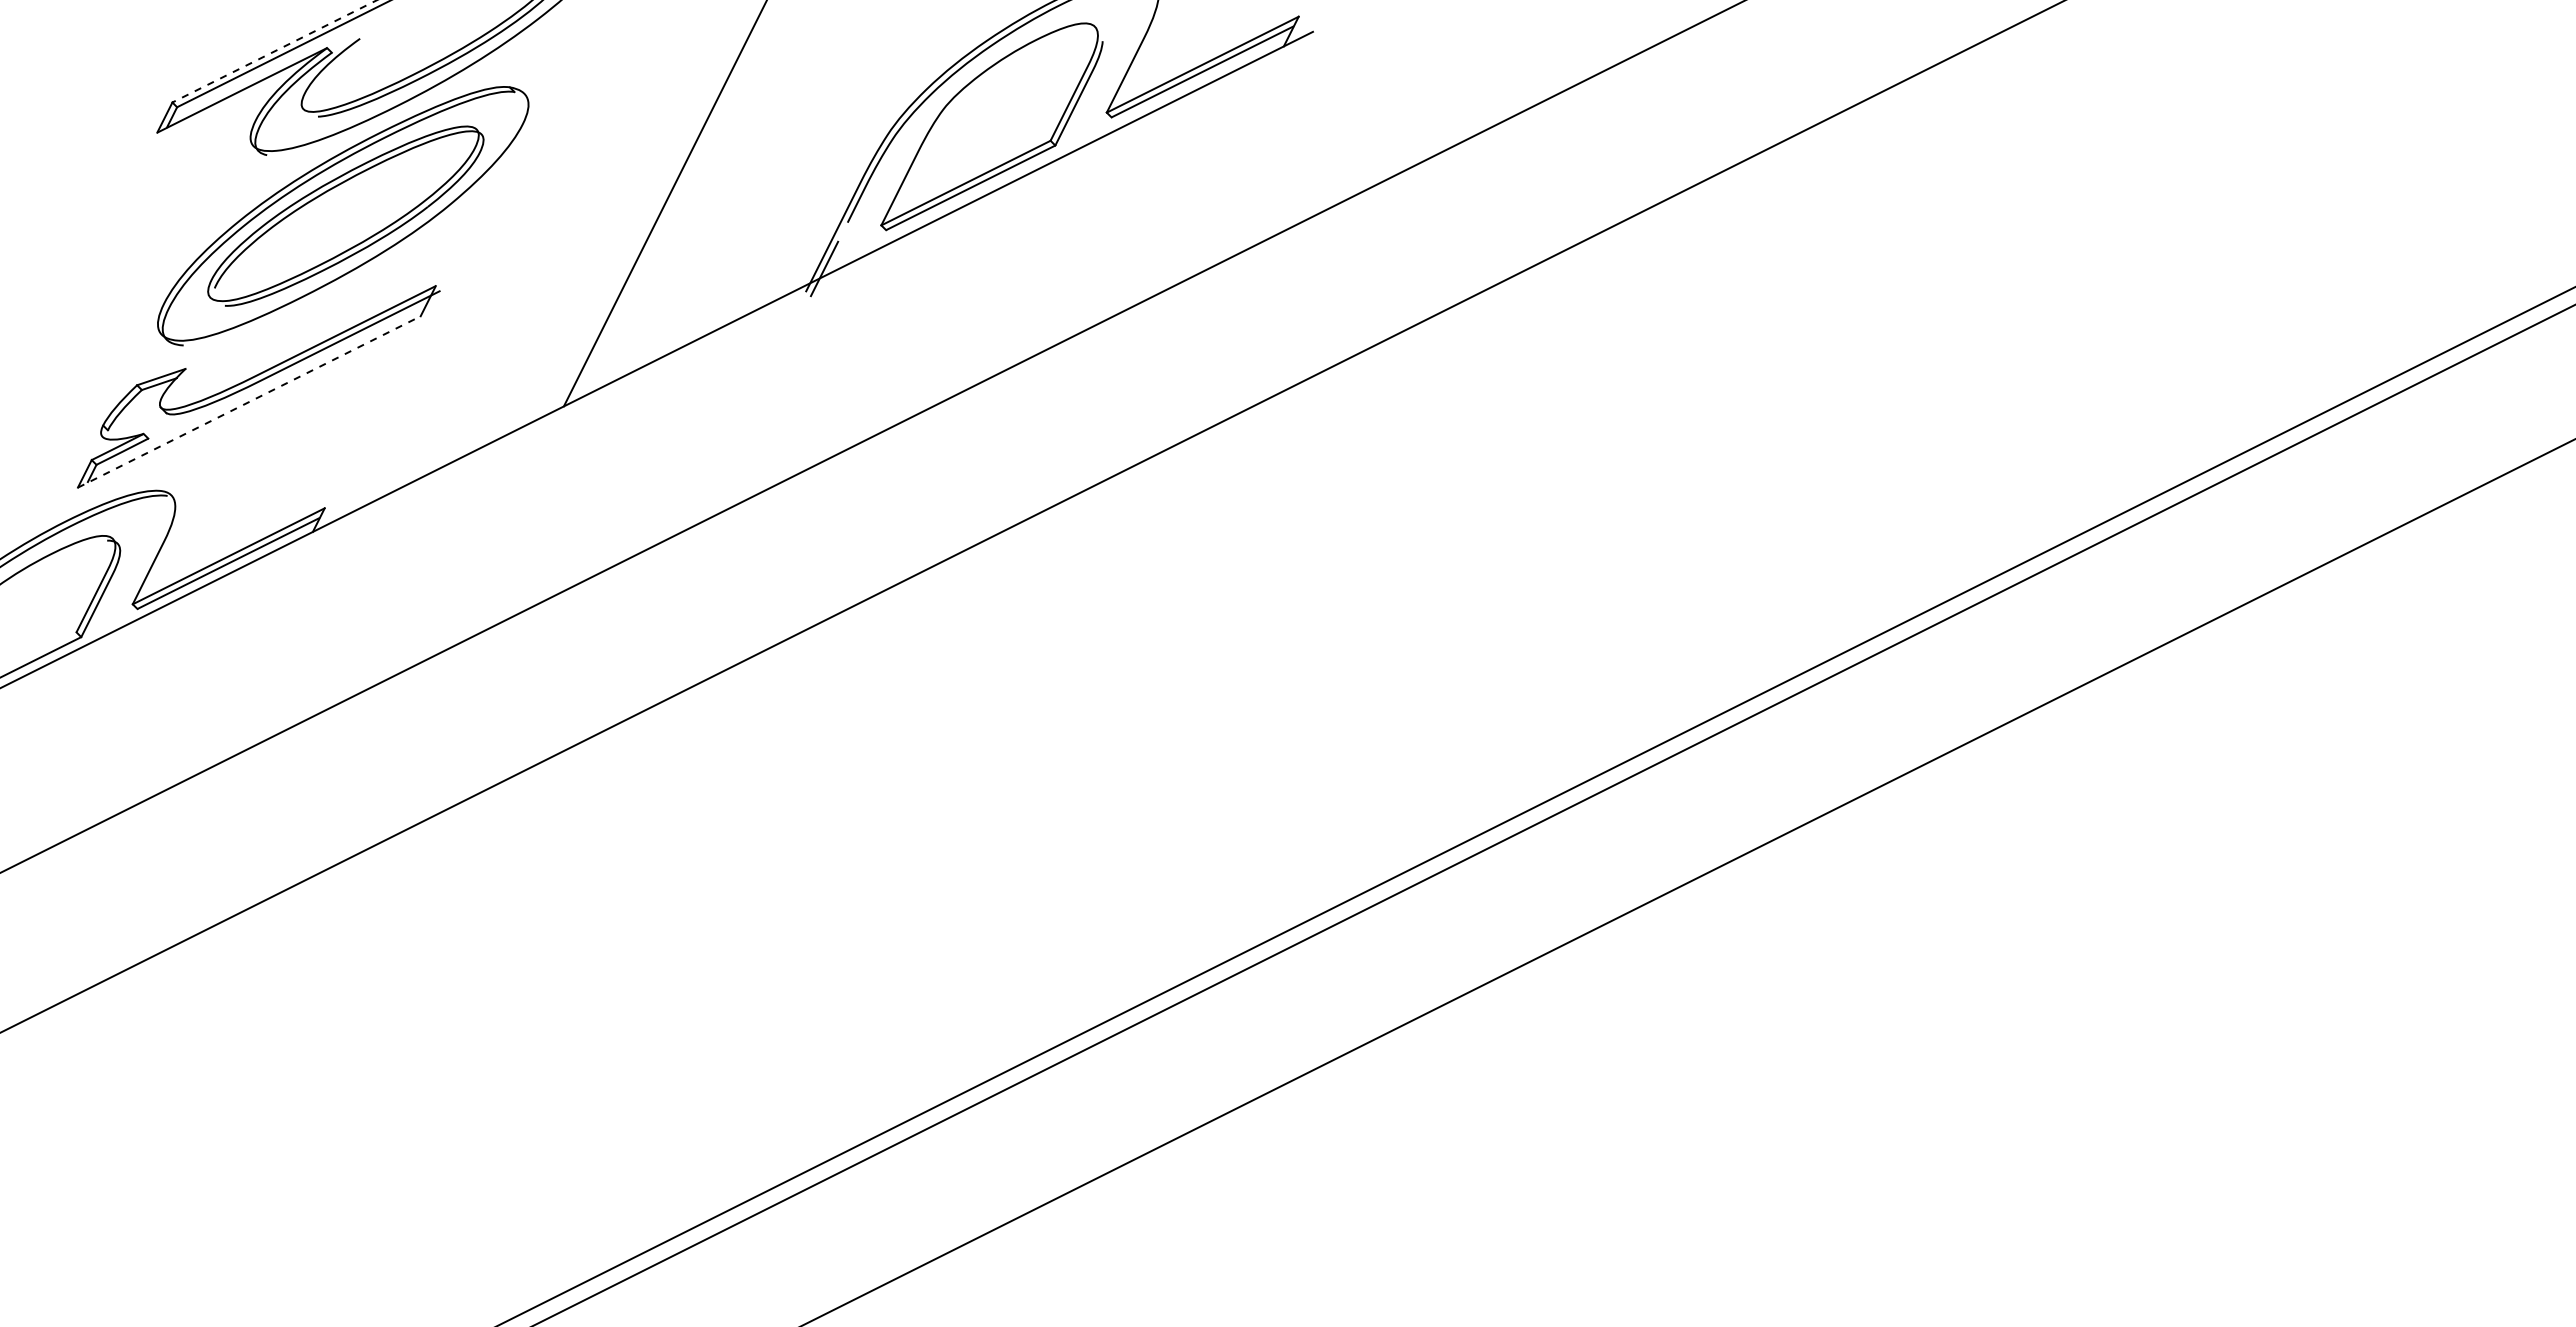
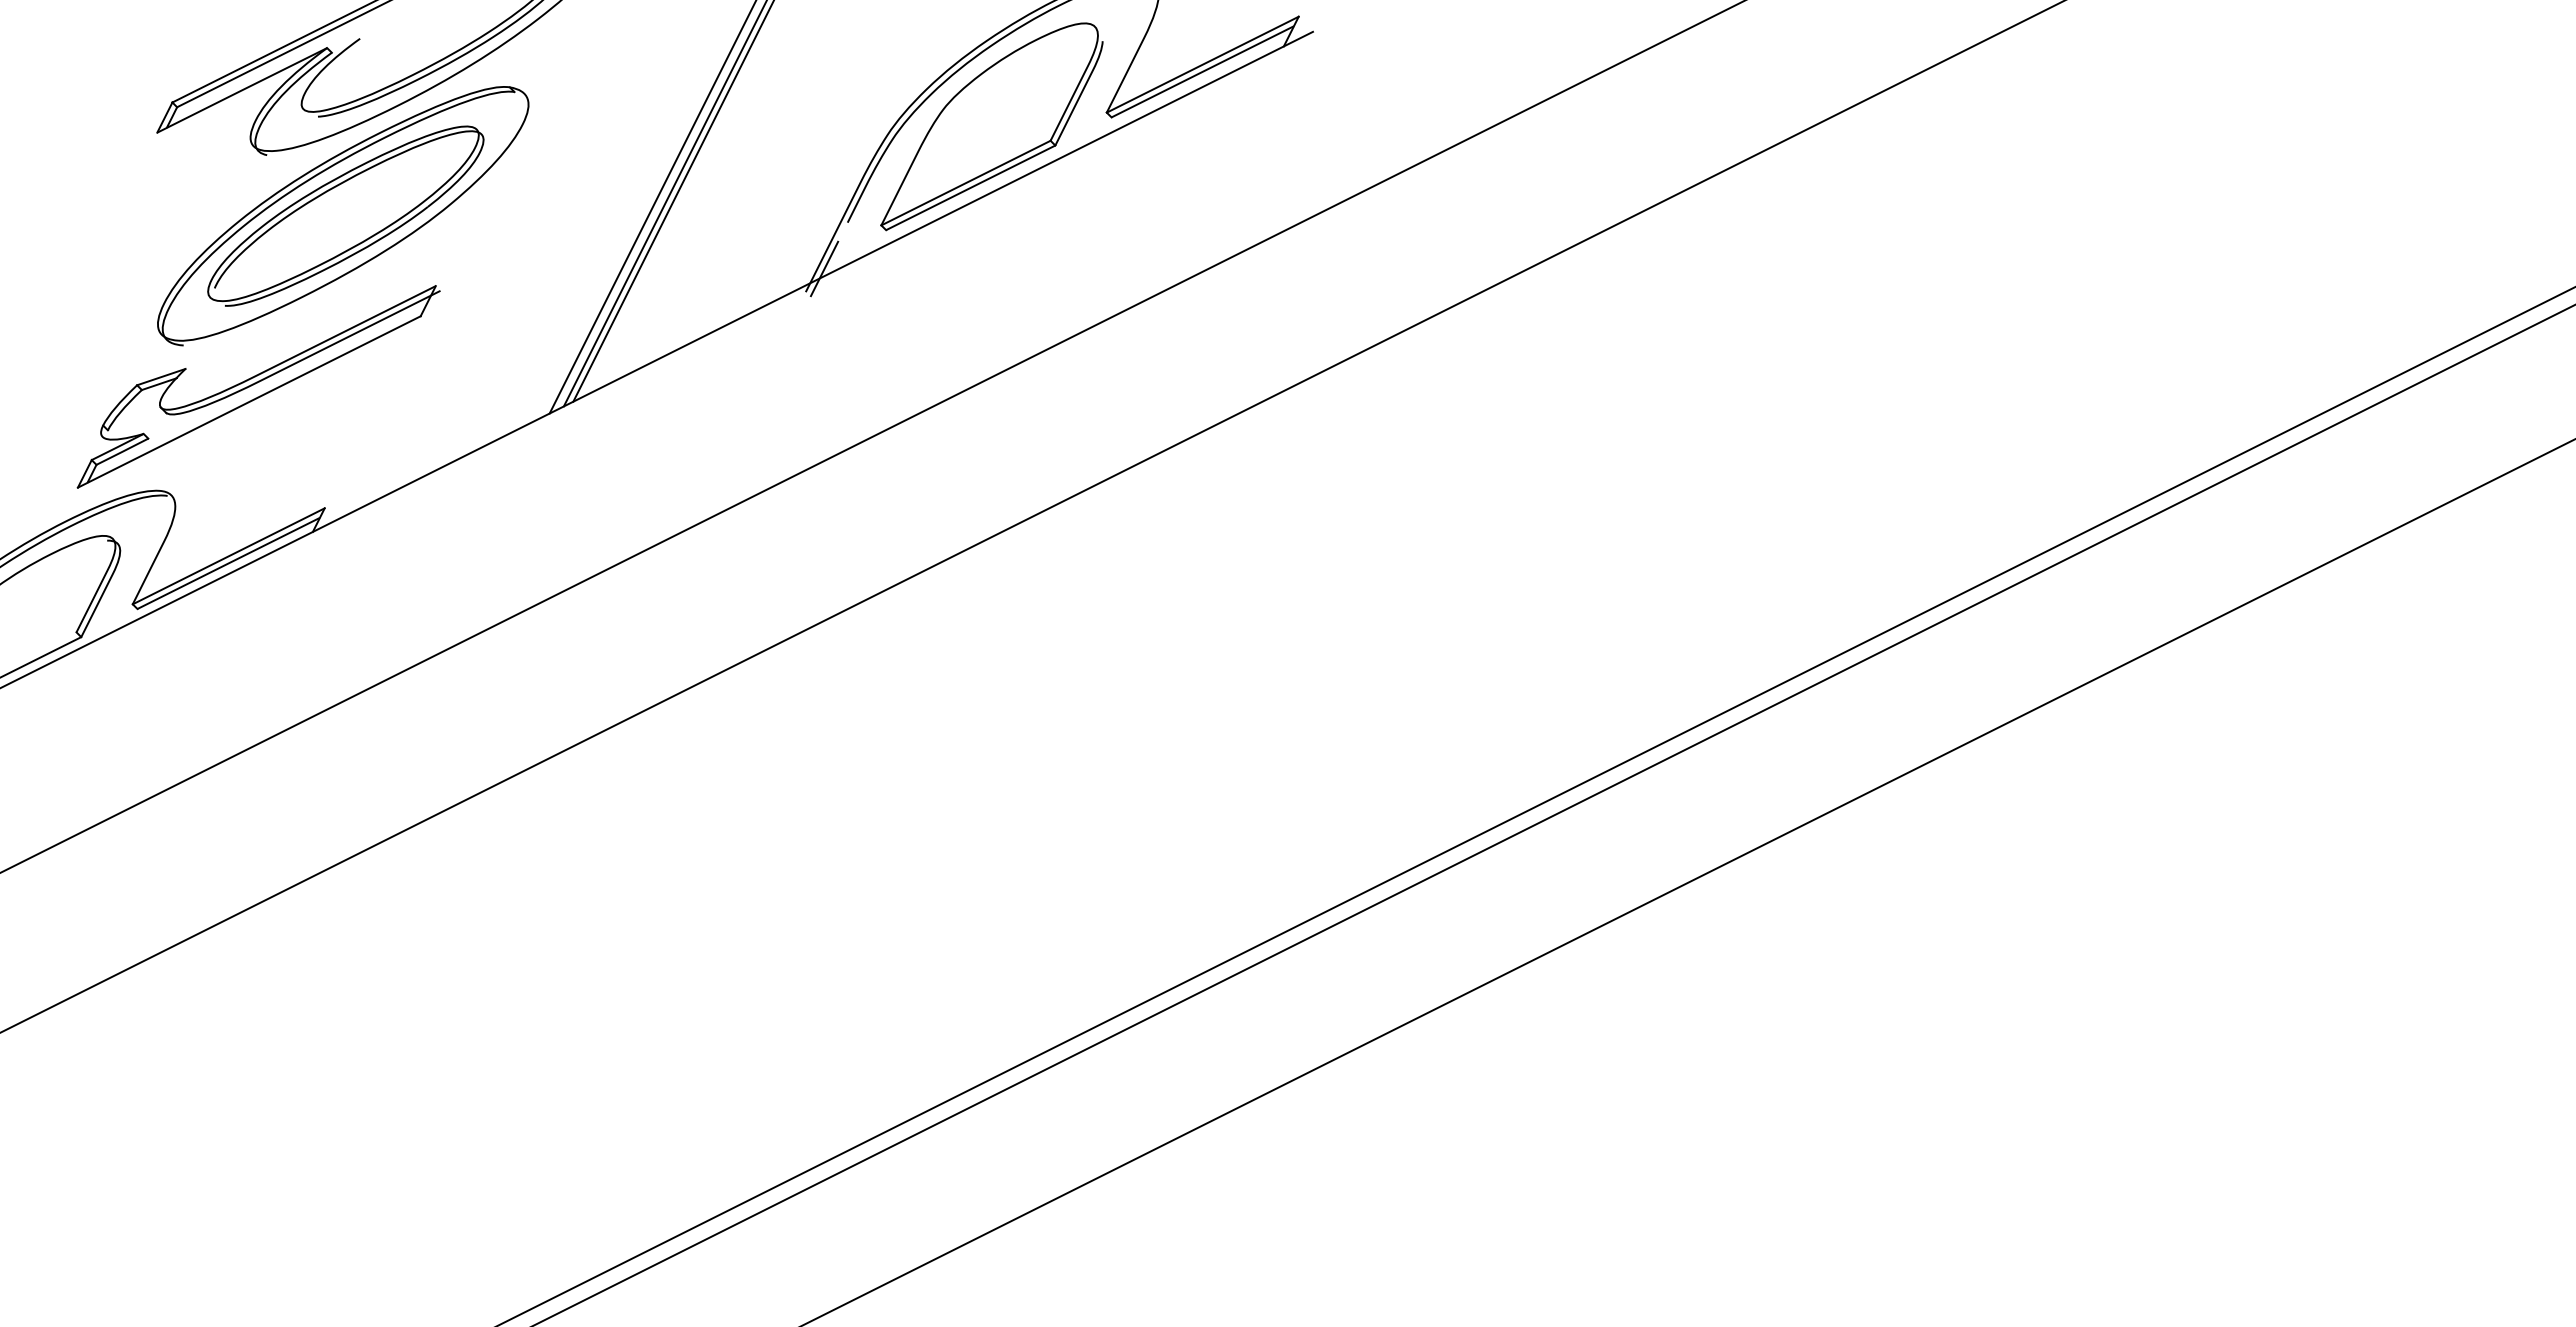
line at (274, 51): dashed -> solid
line at (672, 201): none -> present
line at (652, 207): none -> present
line at (249, 401): dashed -> solid
